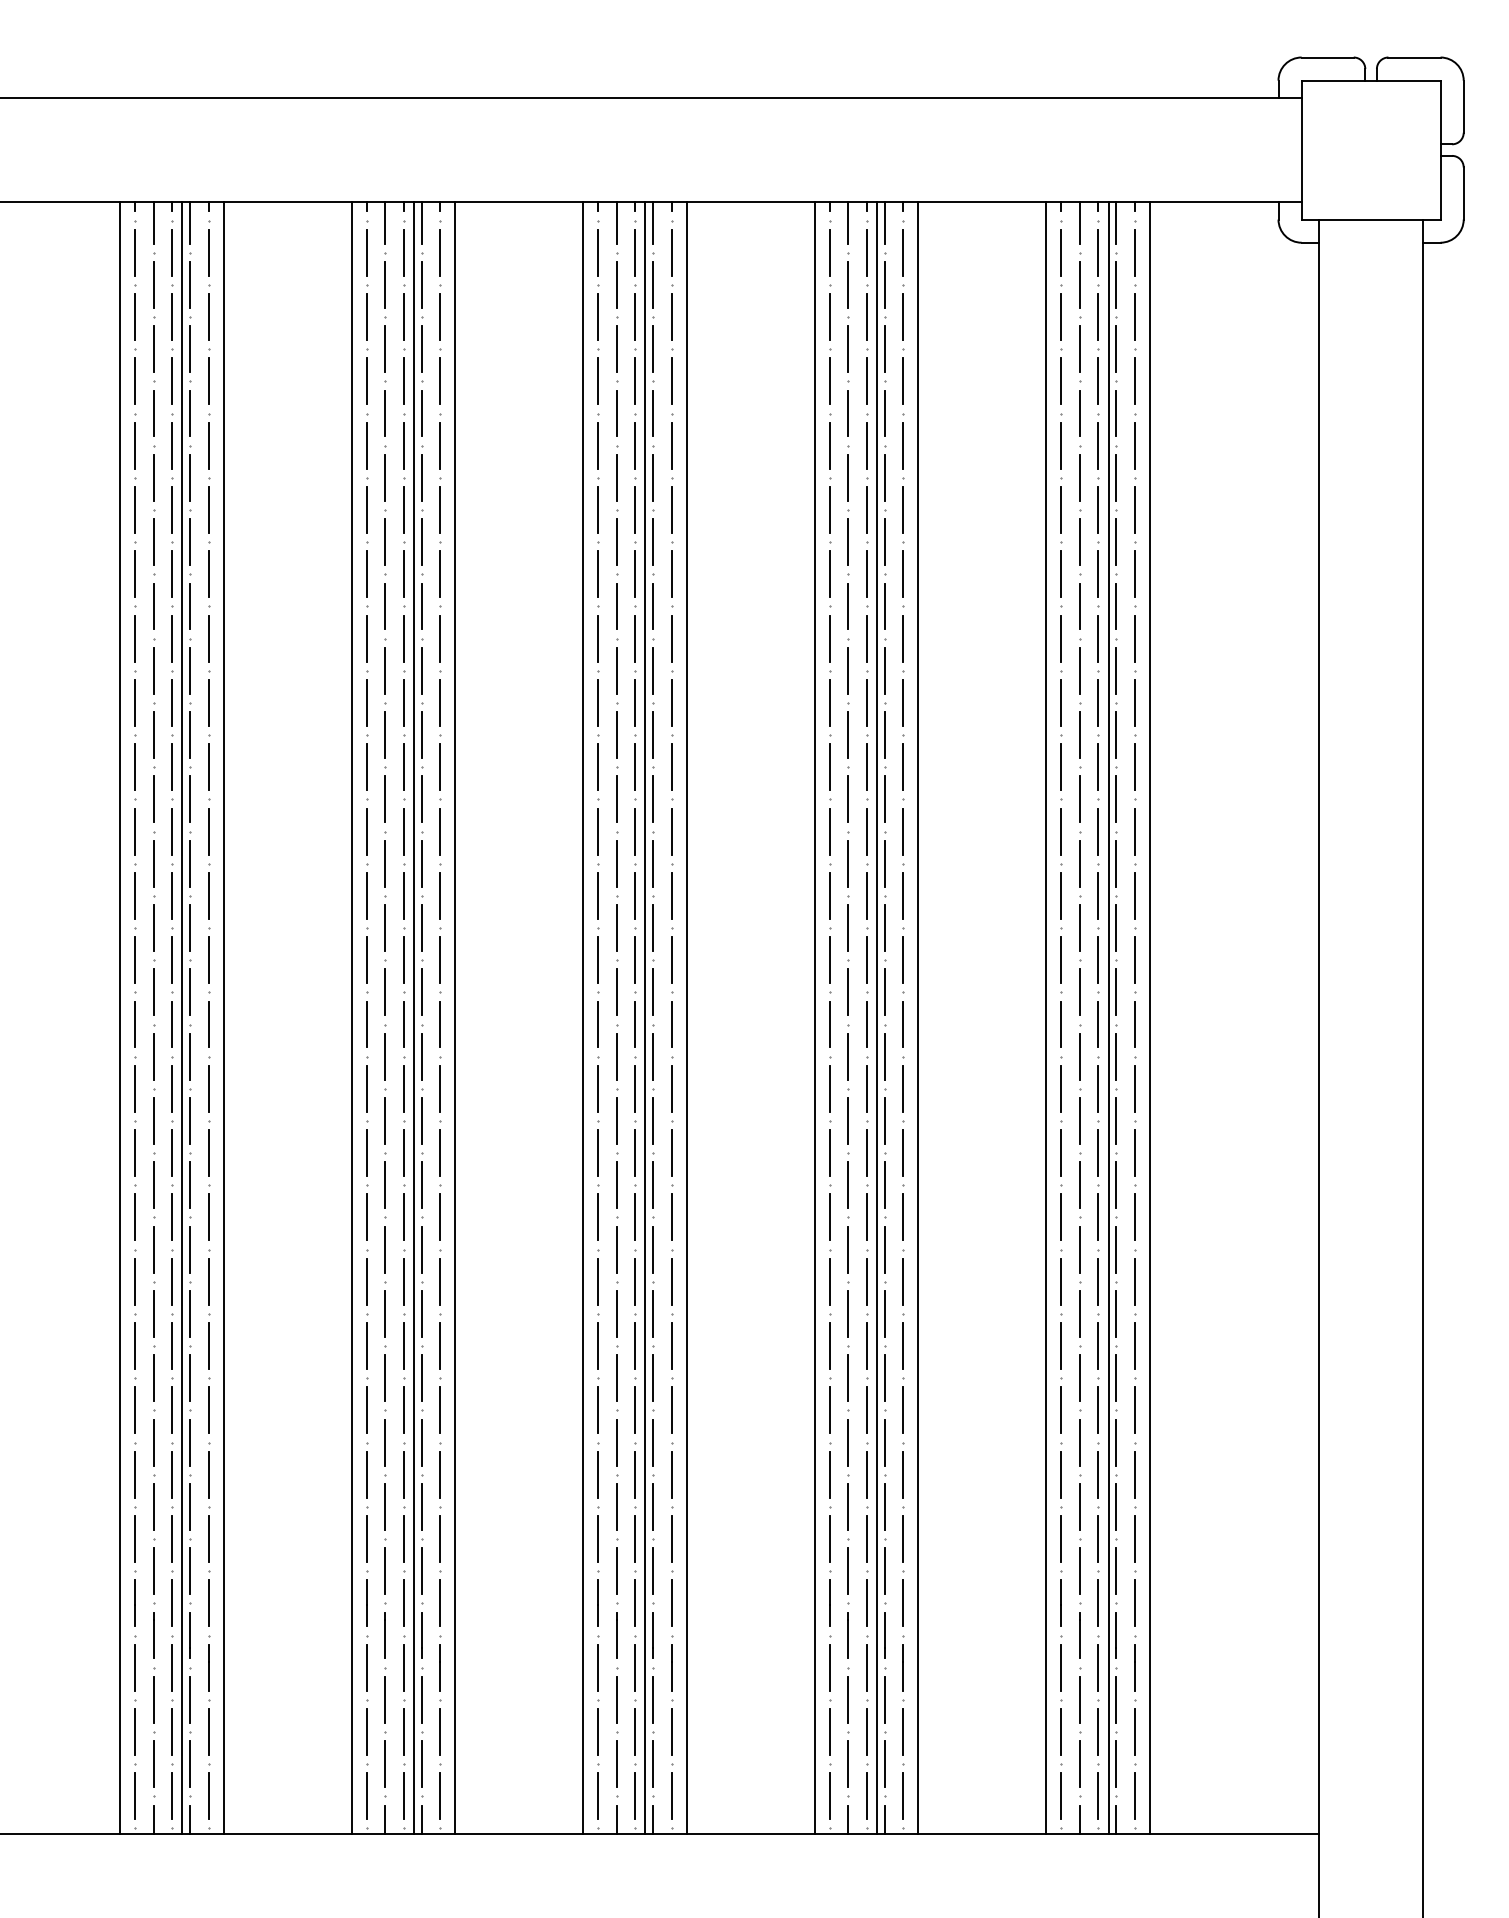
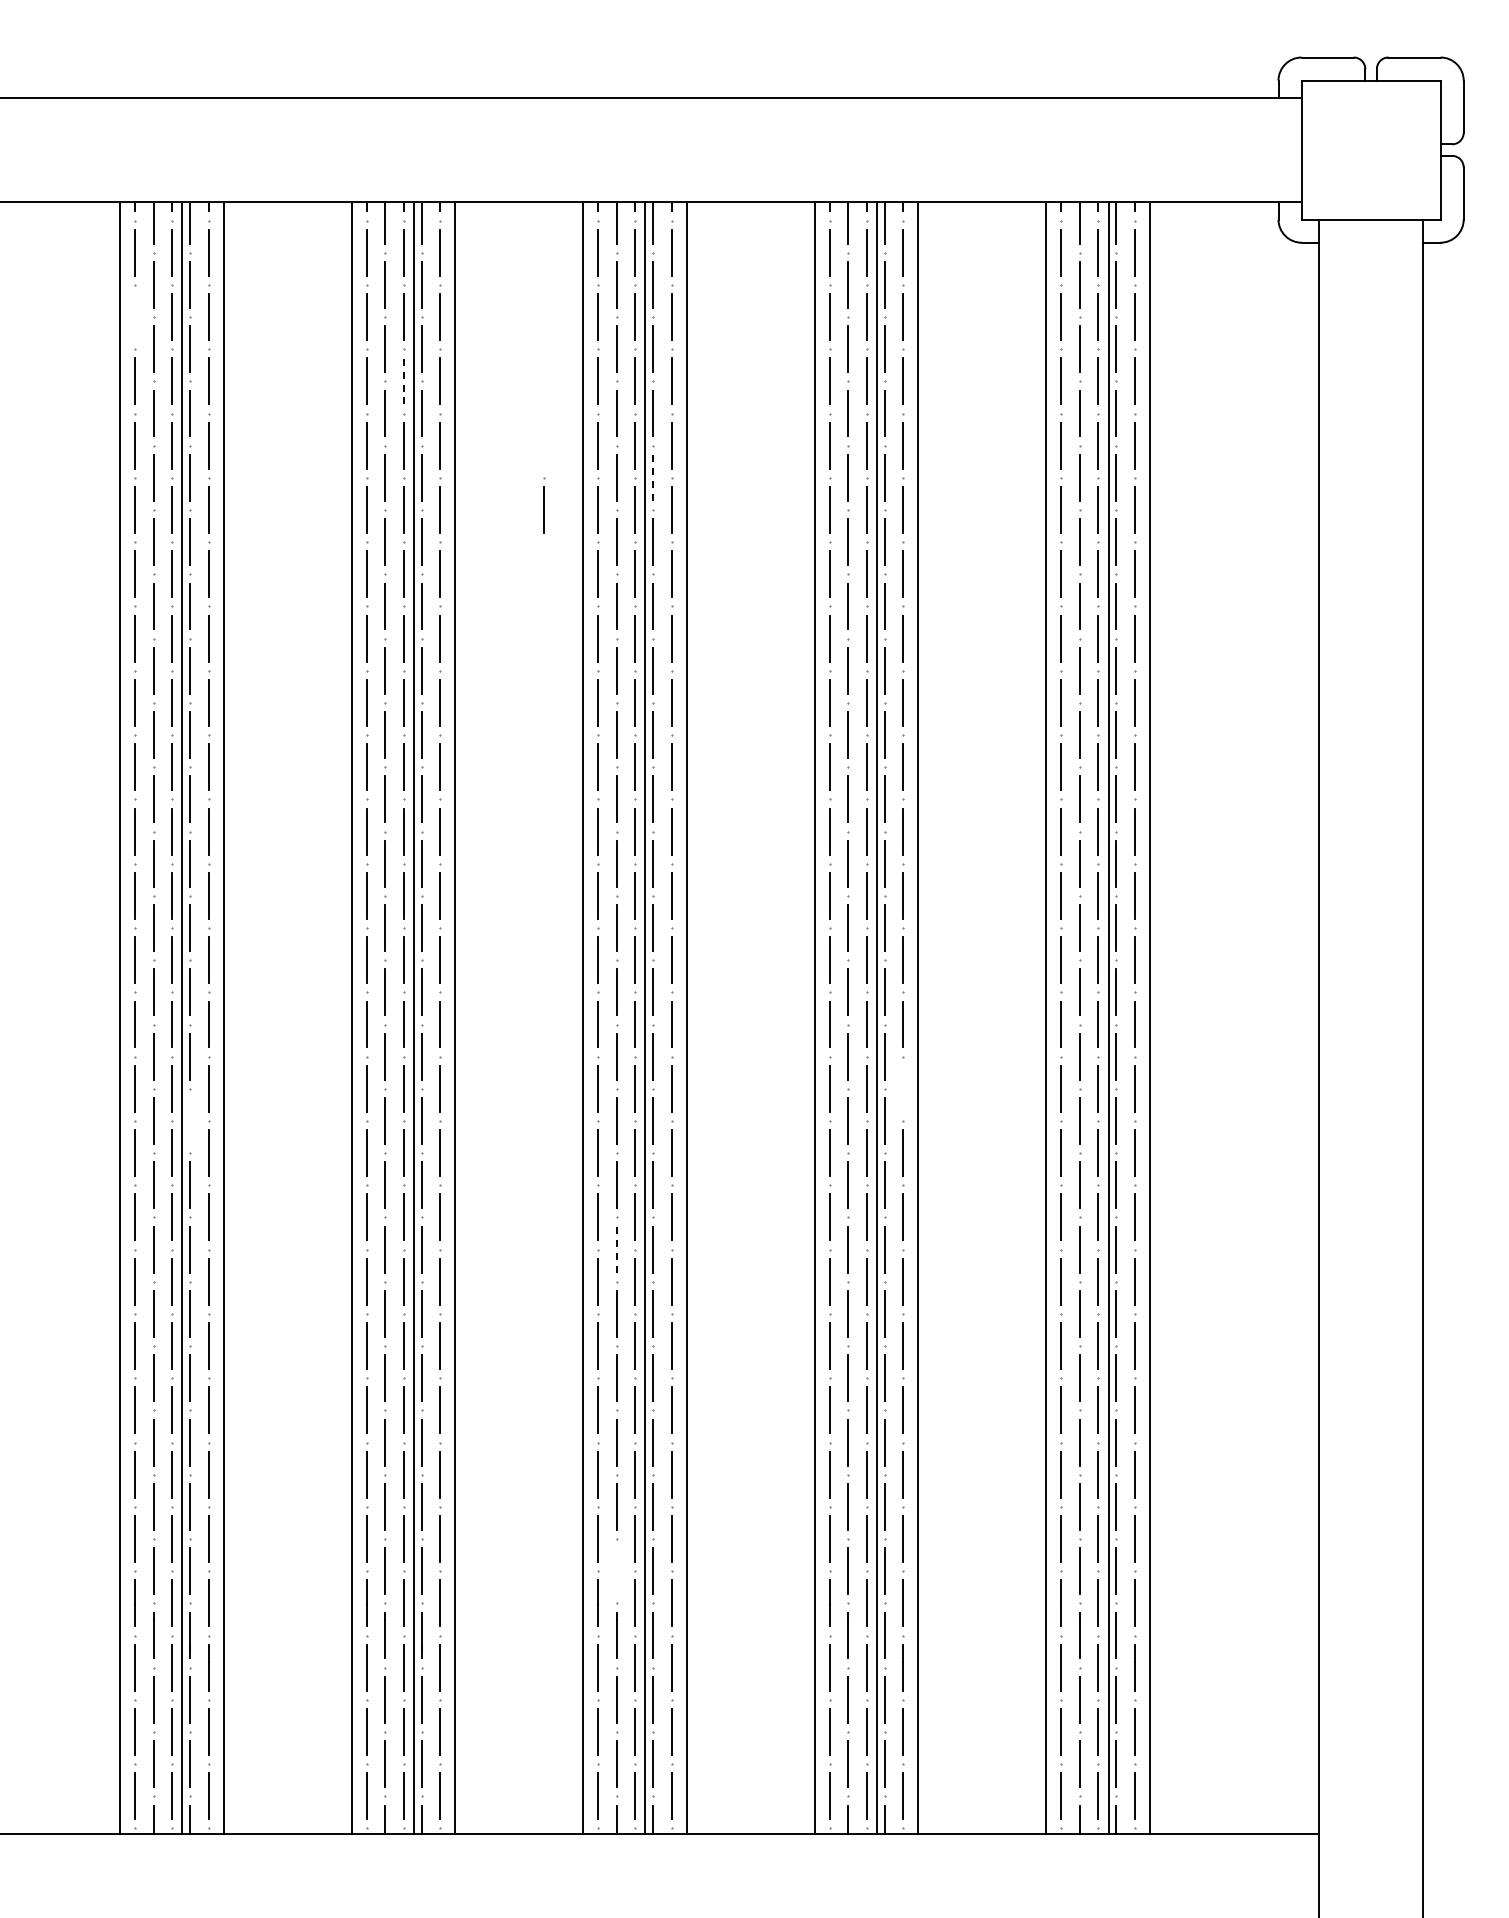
line at (135, 317): present -> none
line at (403, 381): solid -> dashed
line at (653, 477): solid -> dashed
part at (544, 505): none -> present
line at (903, 1088): present -> none
line at (190, 1120): present -> none
line at (616, 1249): solid -> dashed
line at (616, 1571): present -> none
